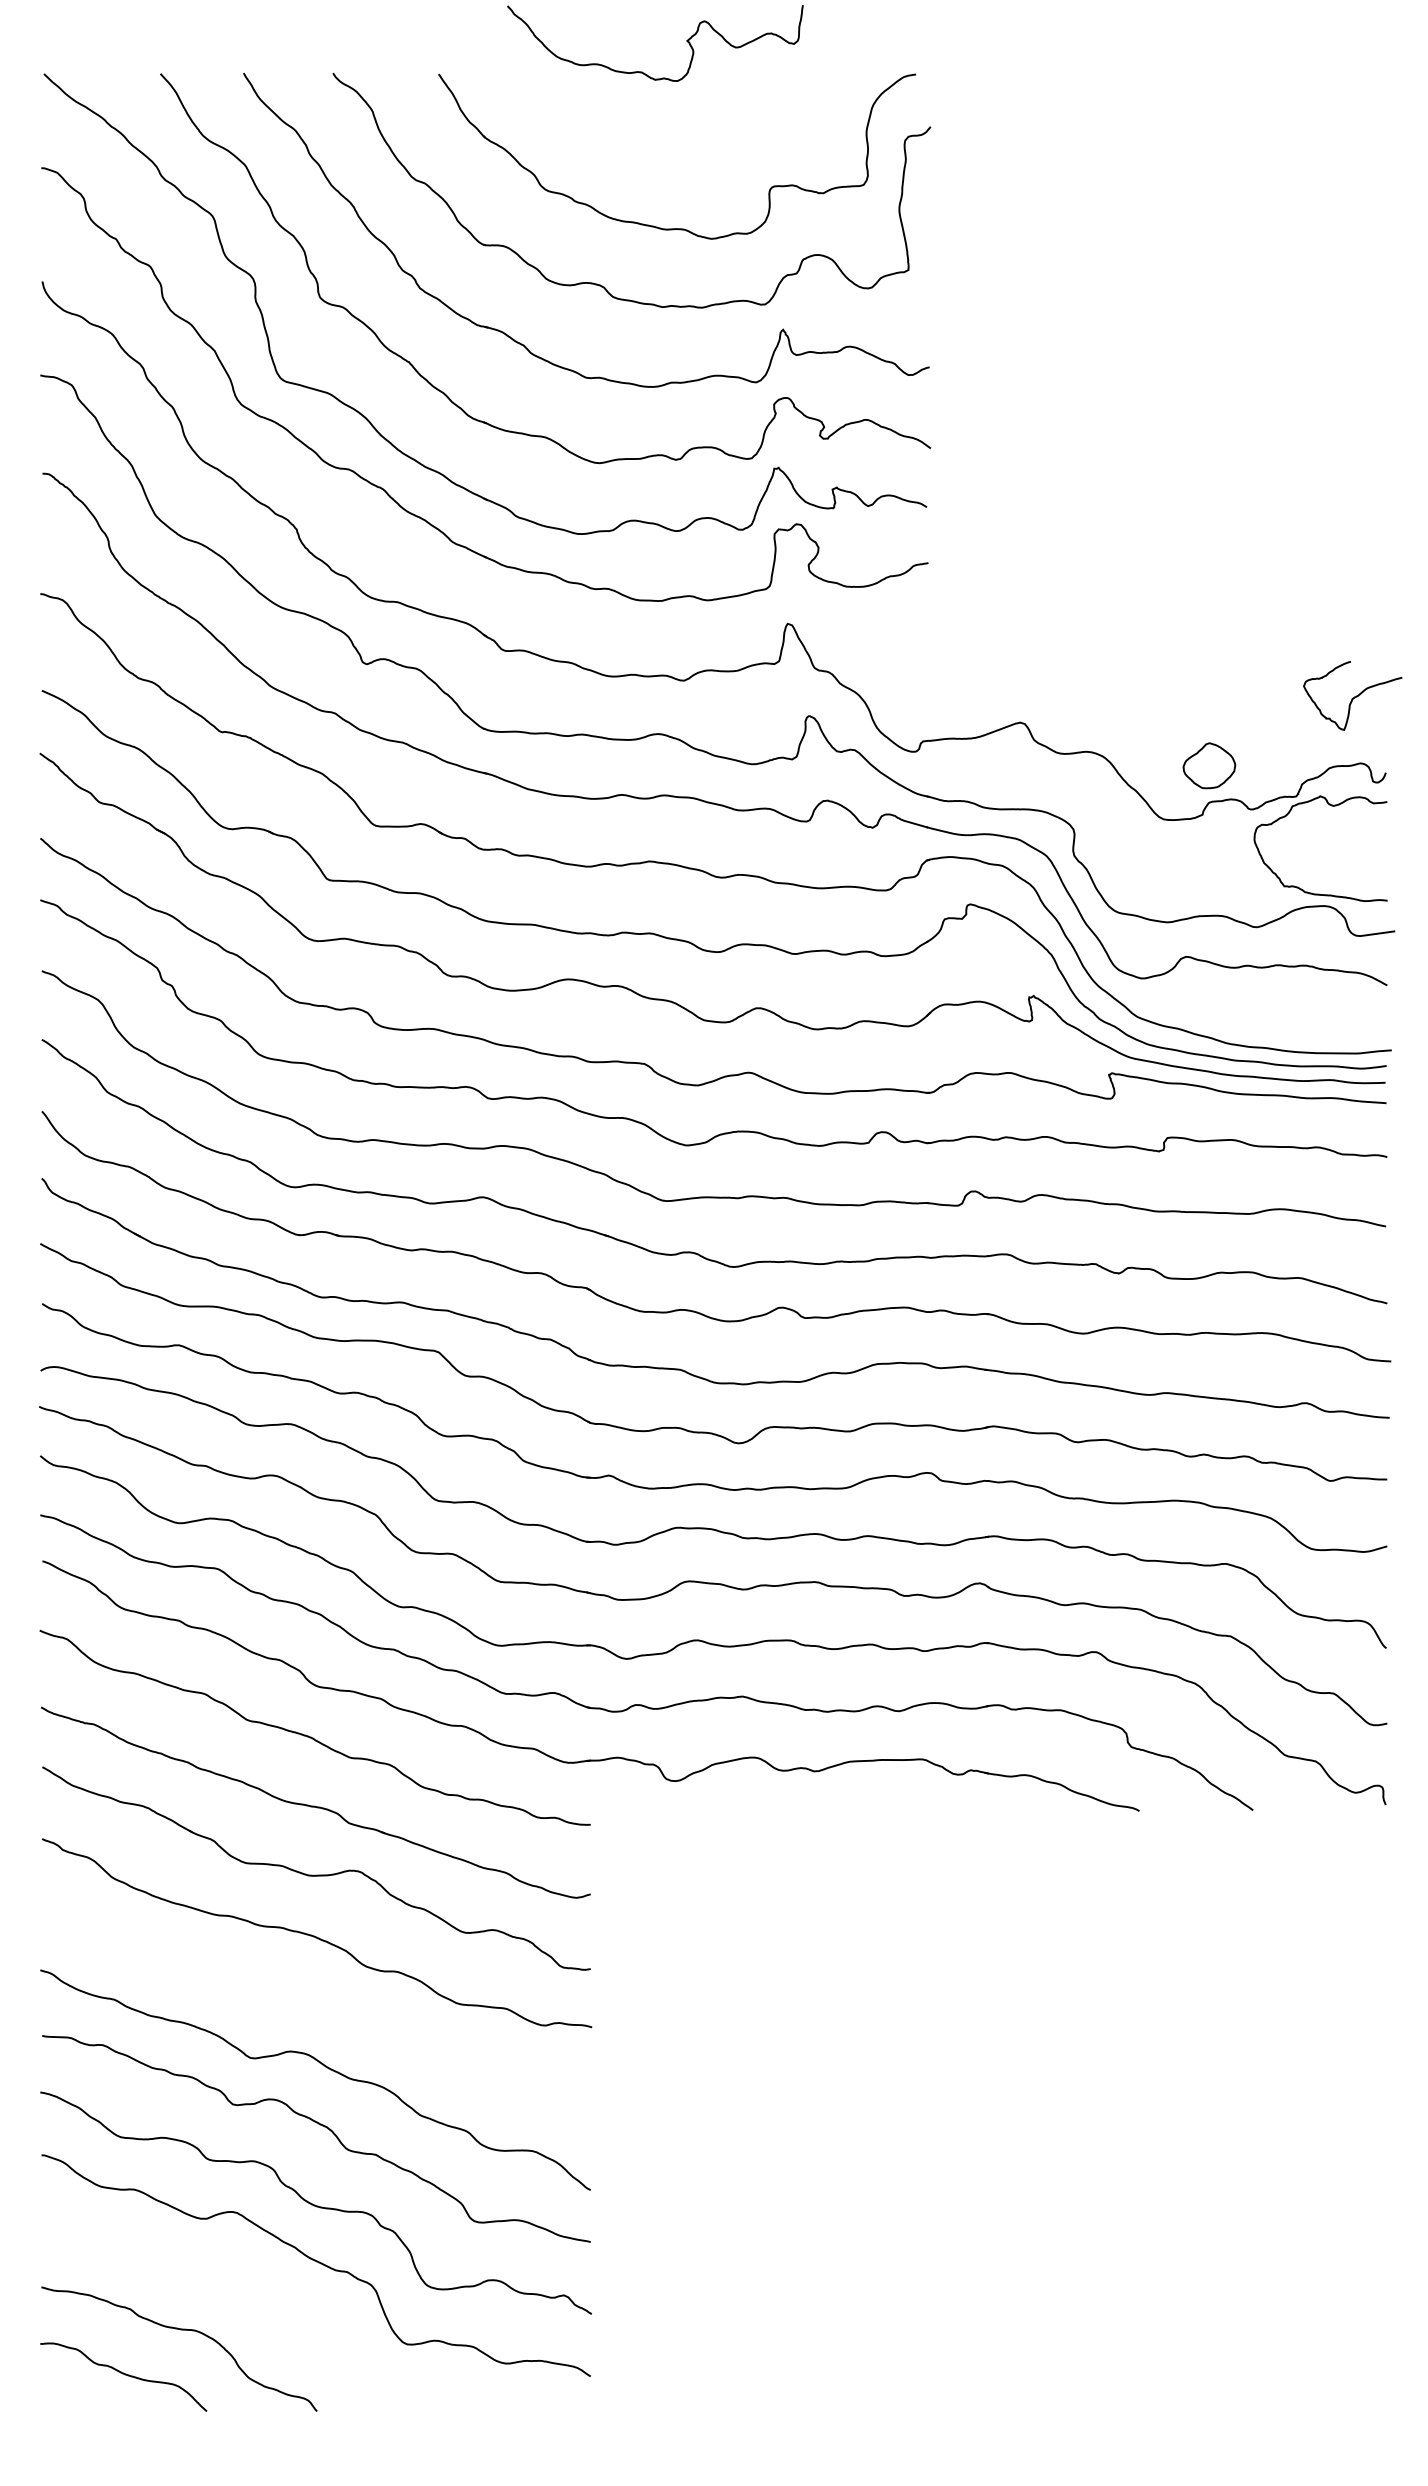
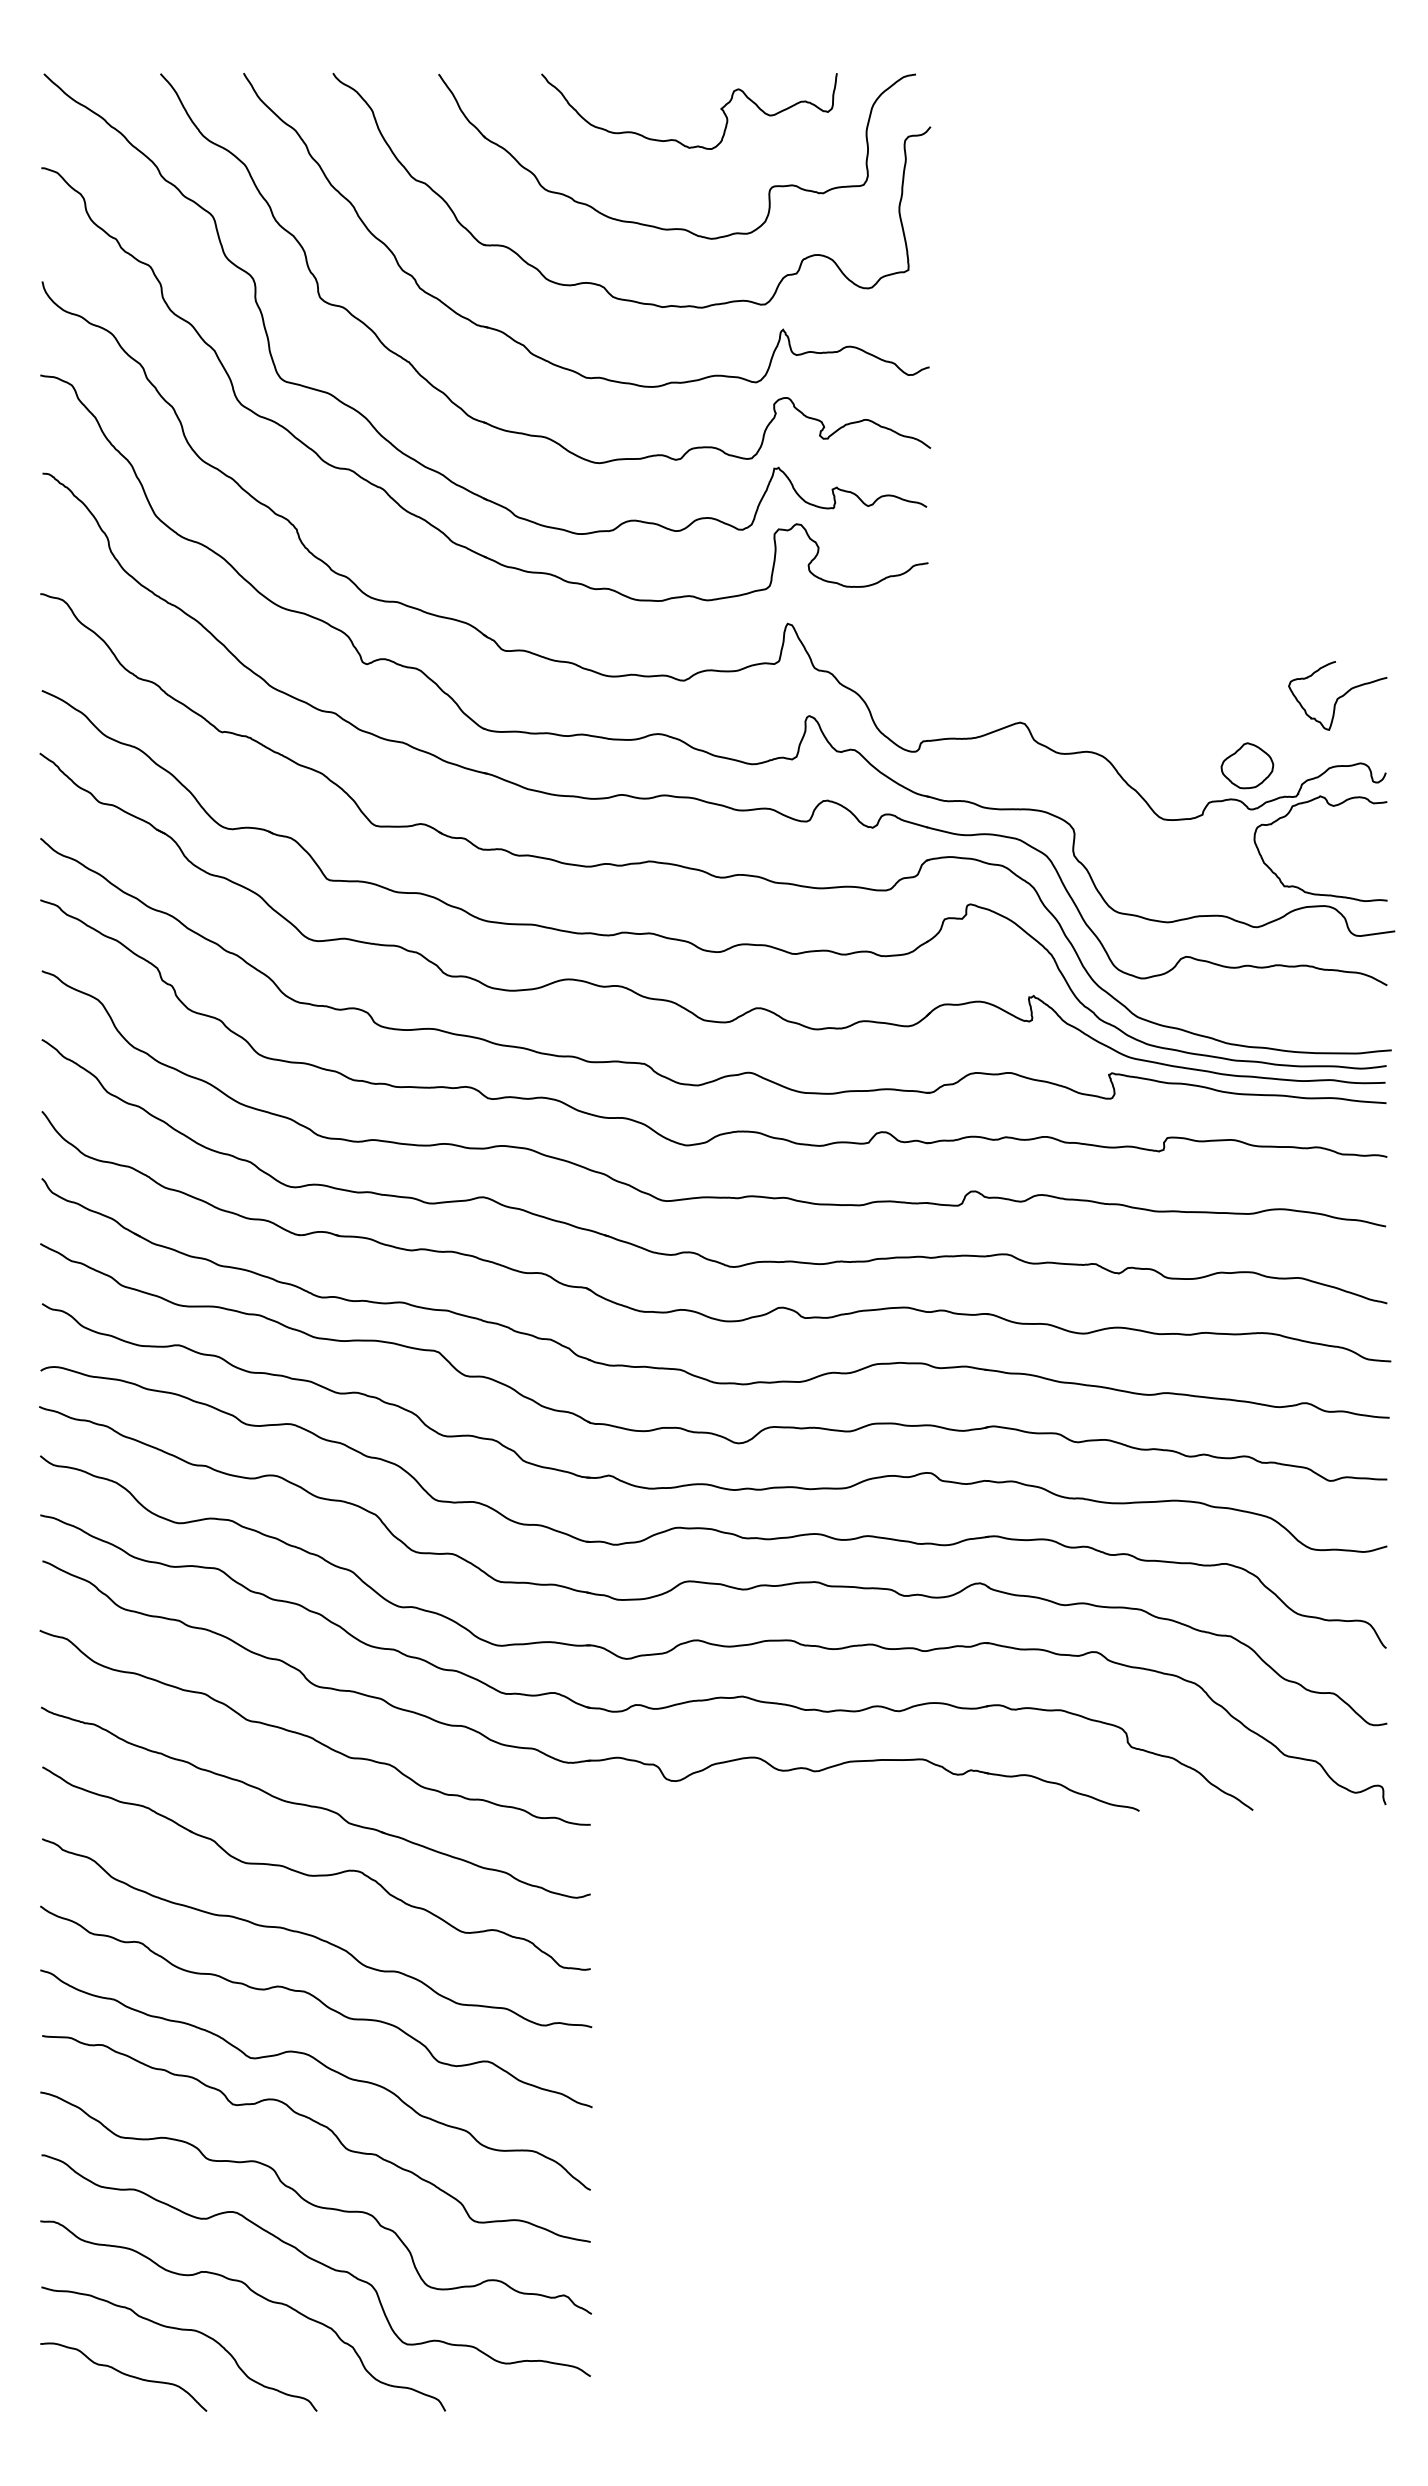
curve at (642, 71) position: (642, 71) -> (676, 139)
curve at (1352, 697) position: (1352, 697) -> (1337, 697)
part at (1209, 765) position: (1209, 765) -> (1247, 765)
curve at (320, 2002): none -> present
curve at (255, 2294): none -> present
